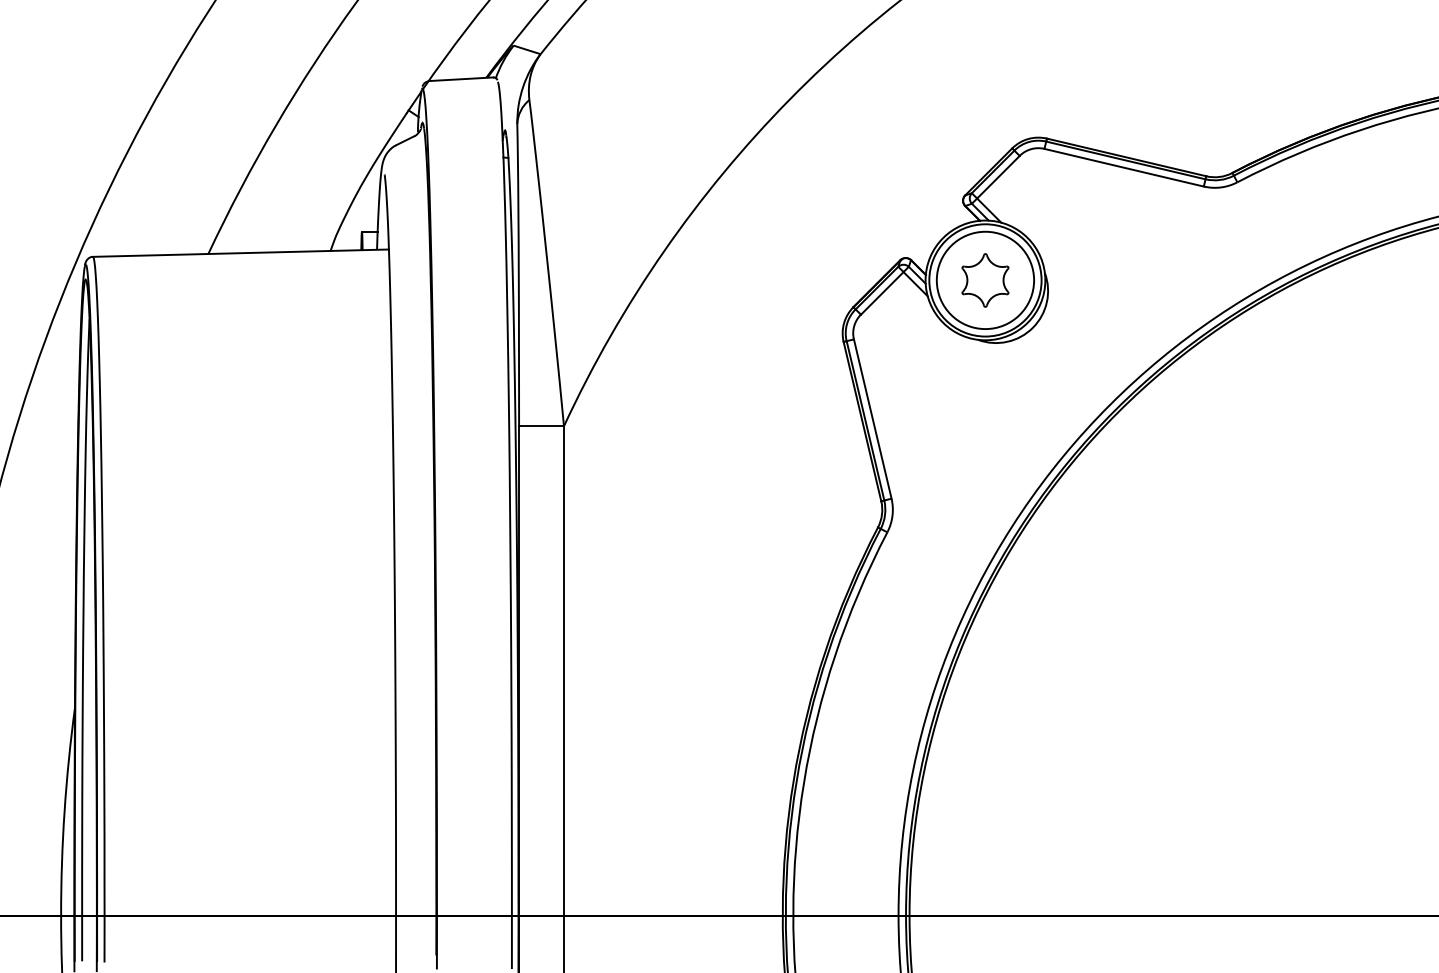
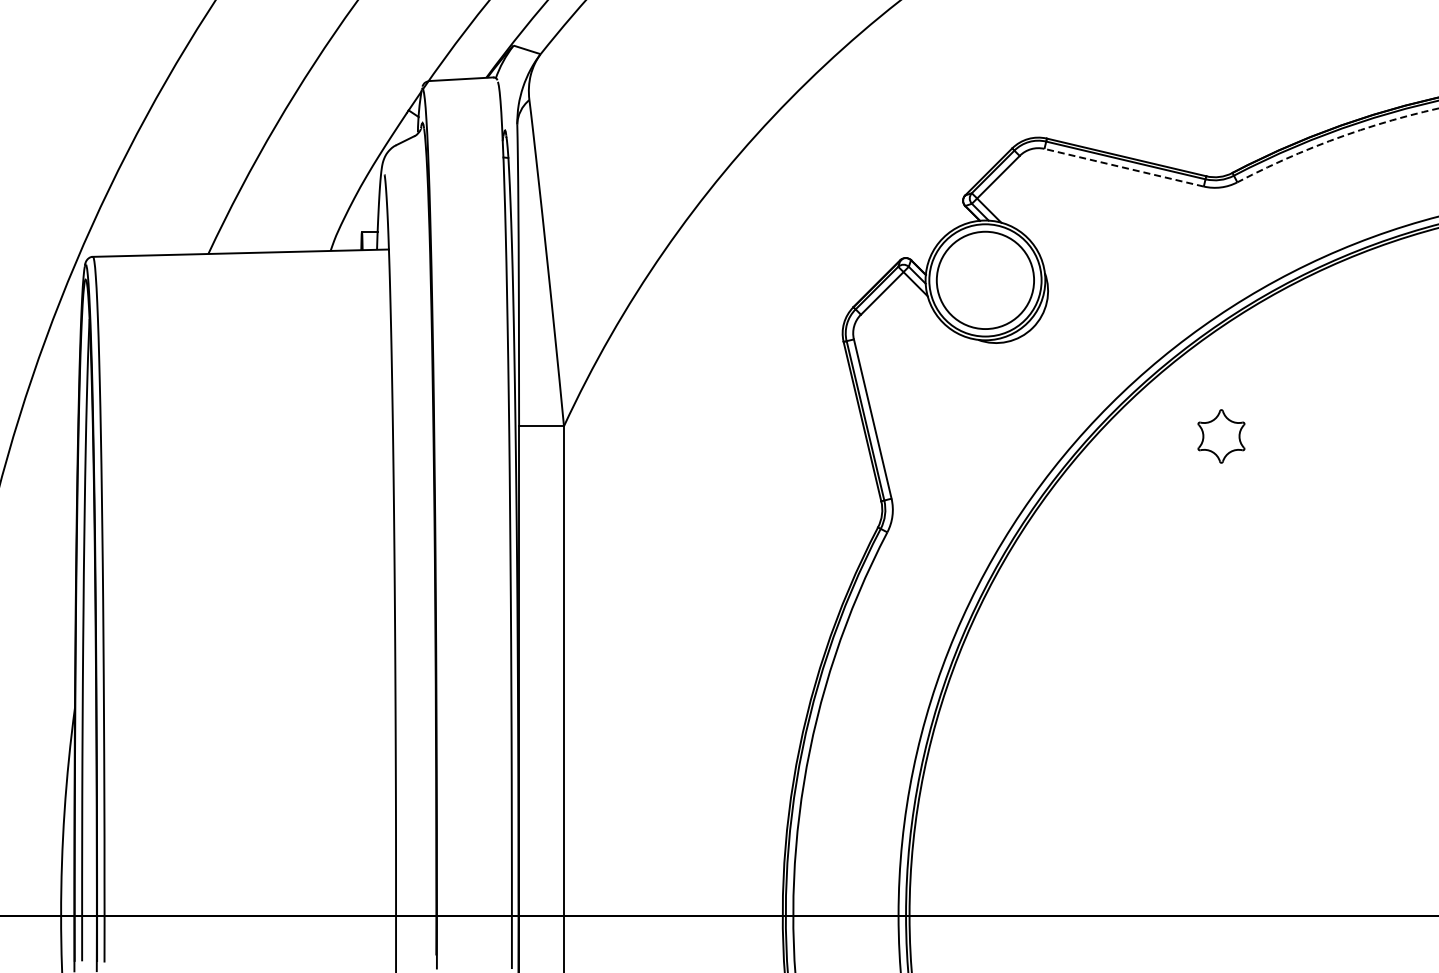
arc at (1335, 138): solid -> dashed
line at (1124, 167): solid -> dashed
part at (985, 280) position: (985, 280) -> (1221, 436)
